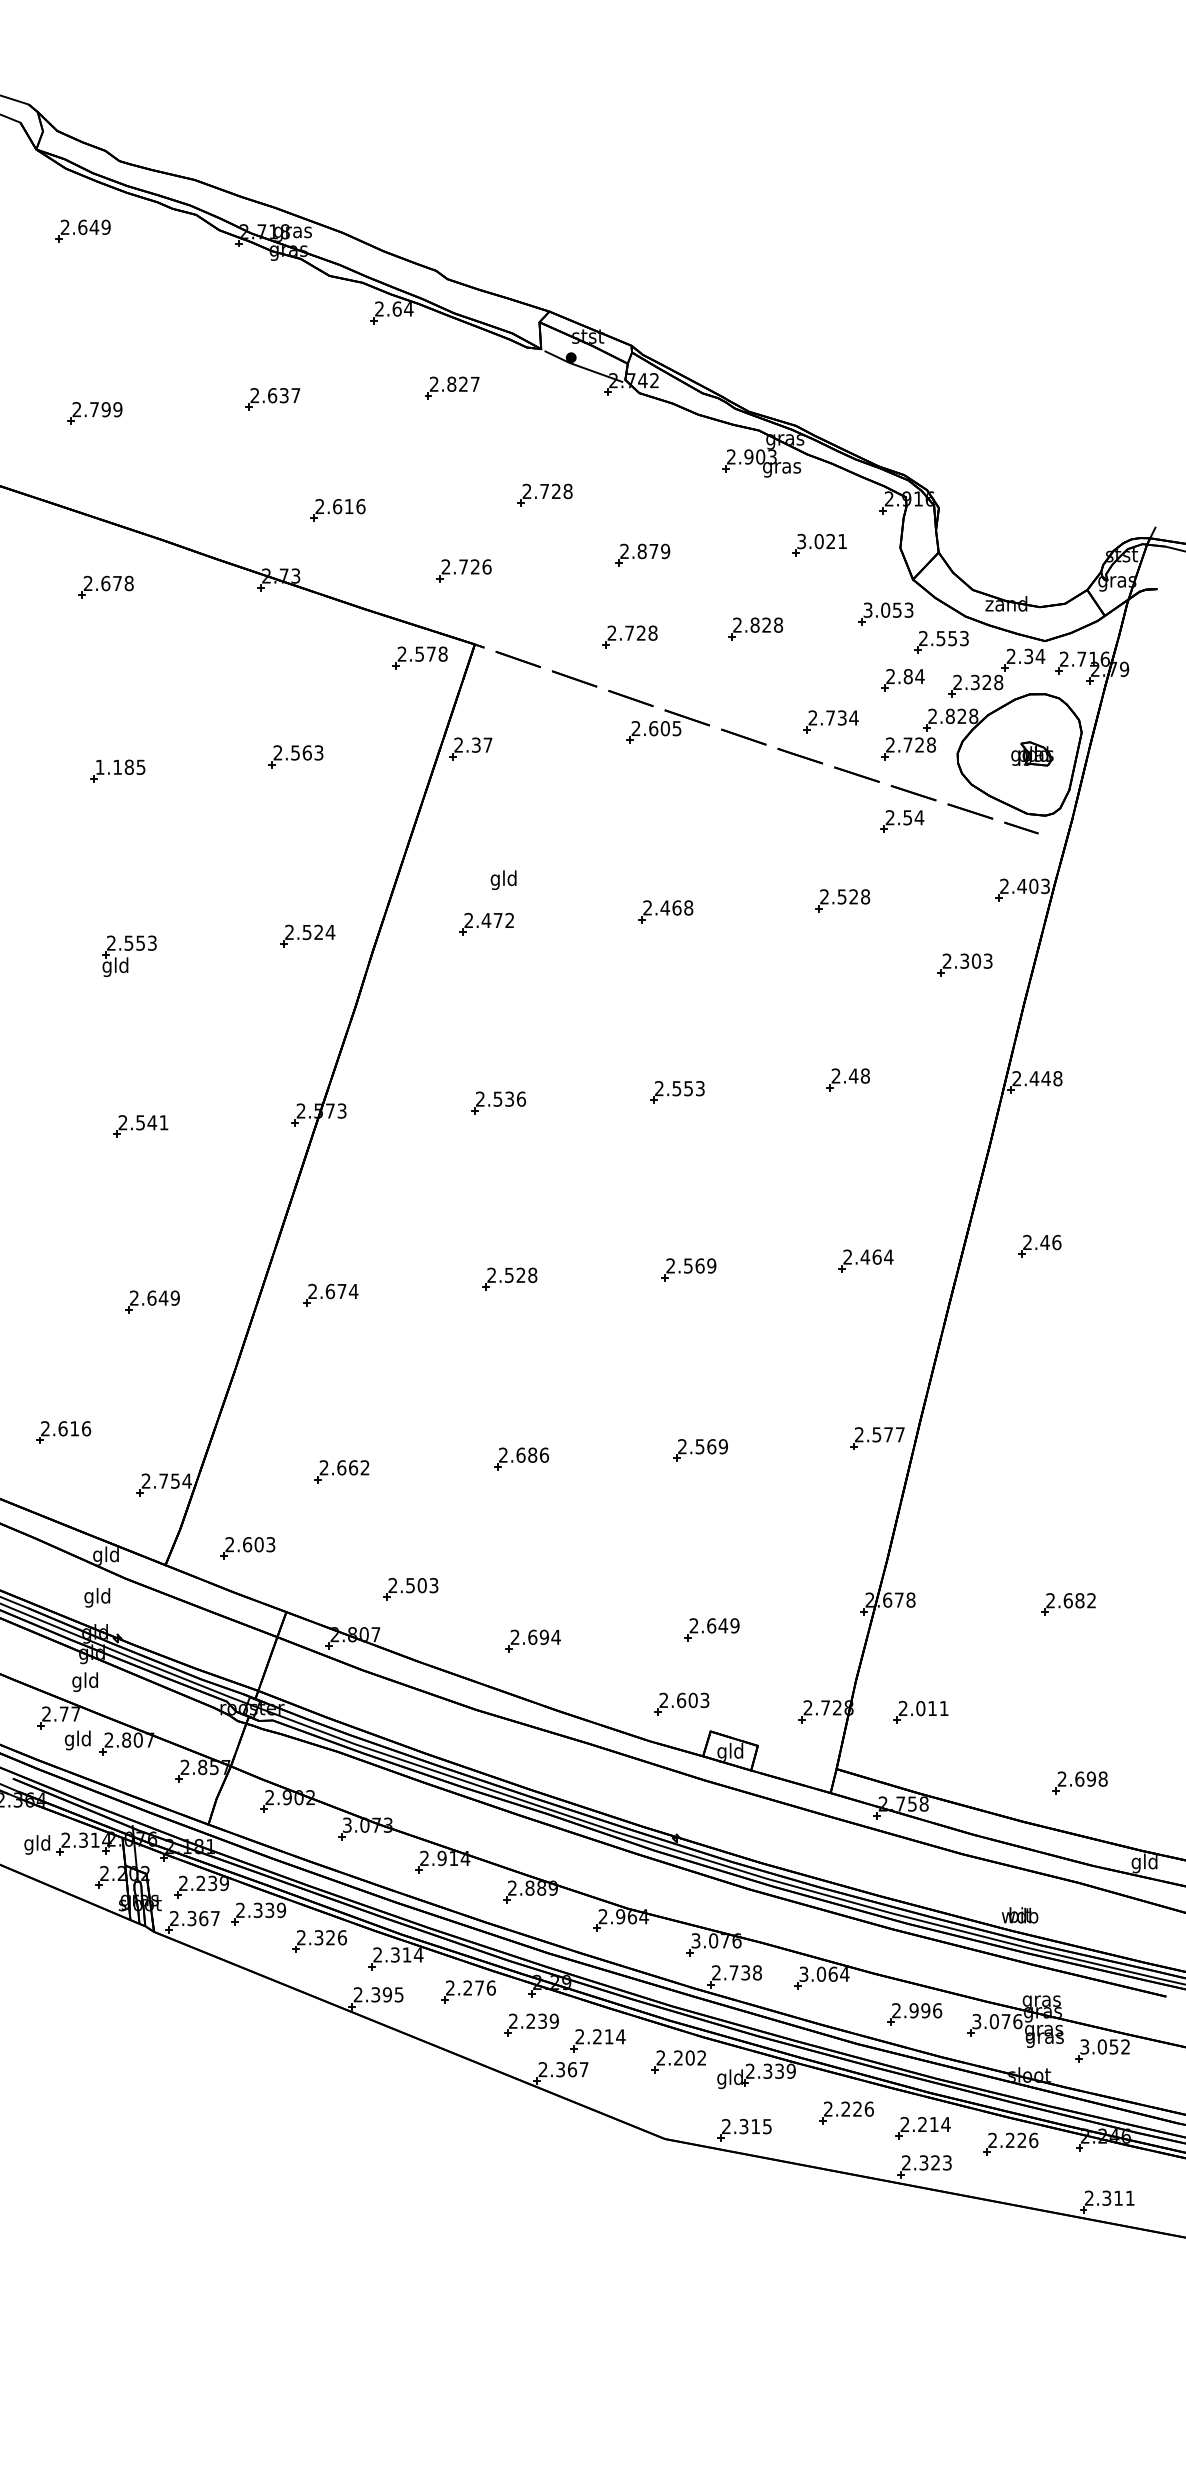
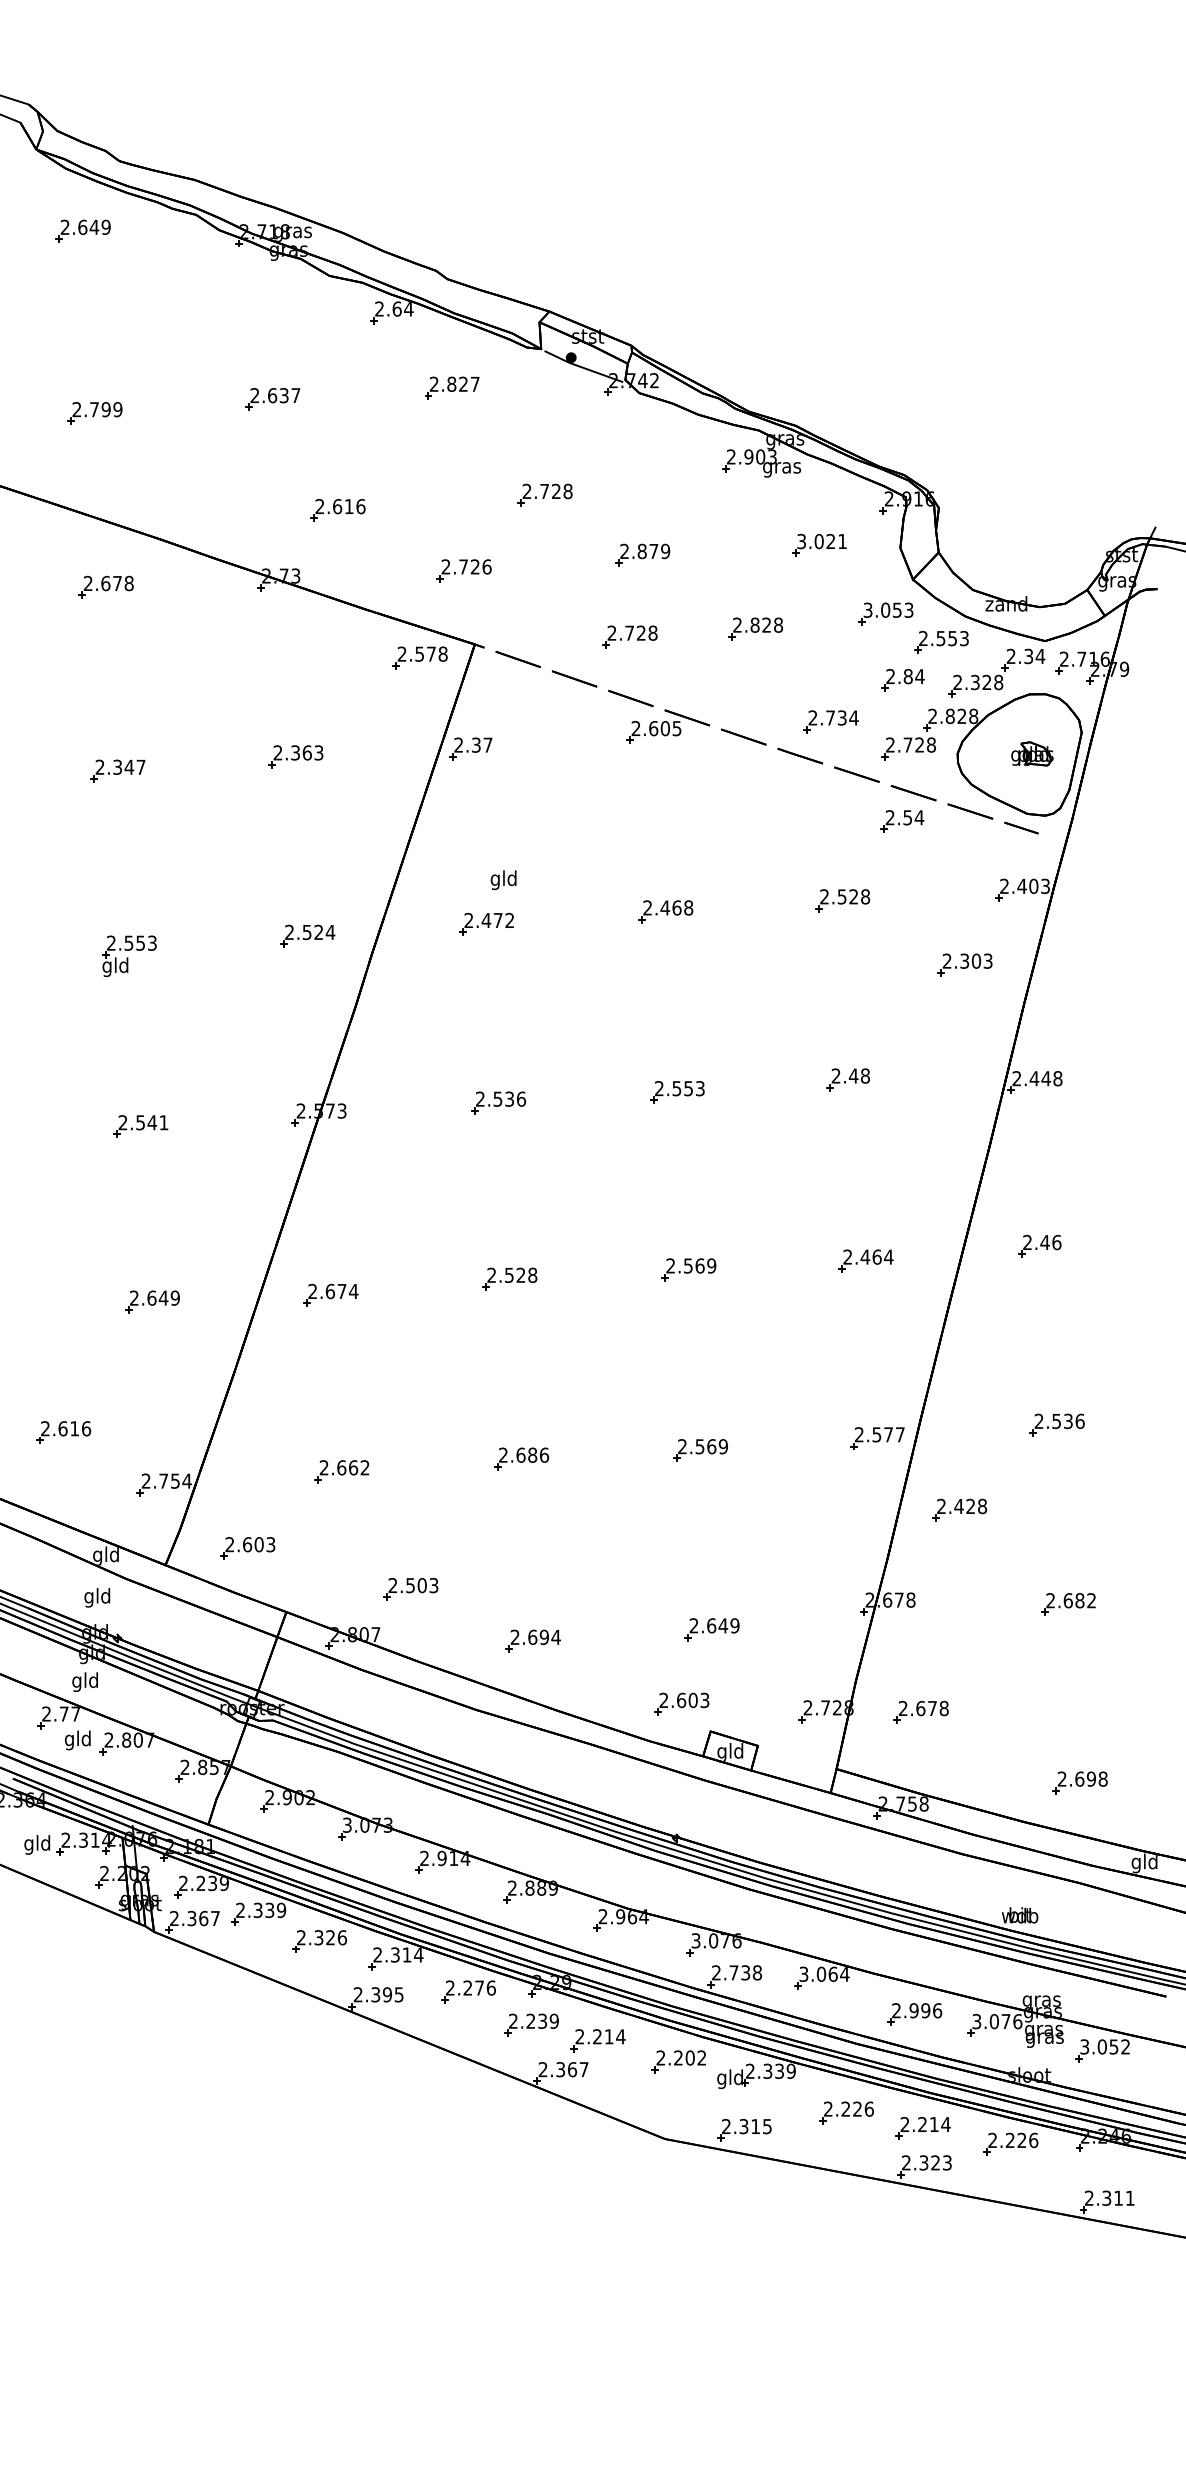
text at (295, 752): 2.563 -> 2.363
text at (120, 766): 1.185 -> 2.347
part at (1056, 1424): none -> present
part at (959, 1509): none -> present
text at (932, 1708): 2.011 -> 2.678
